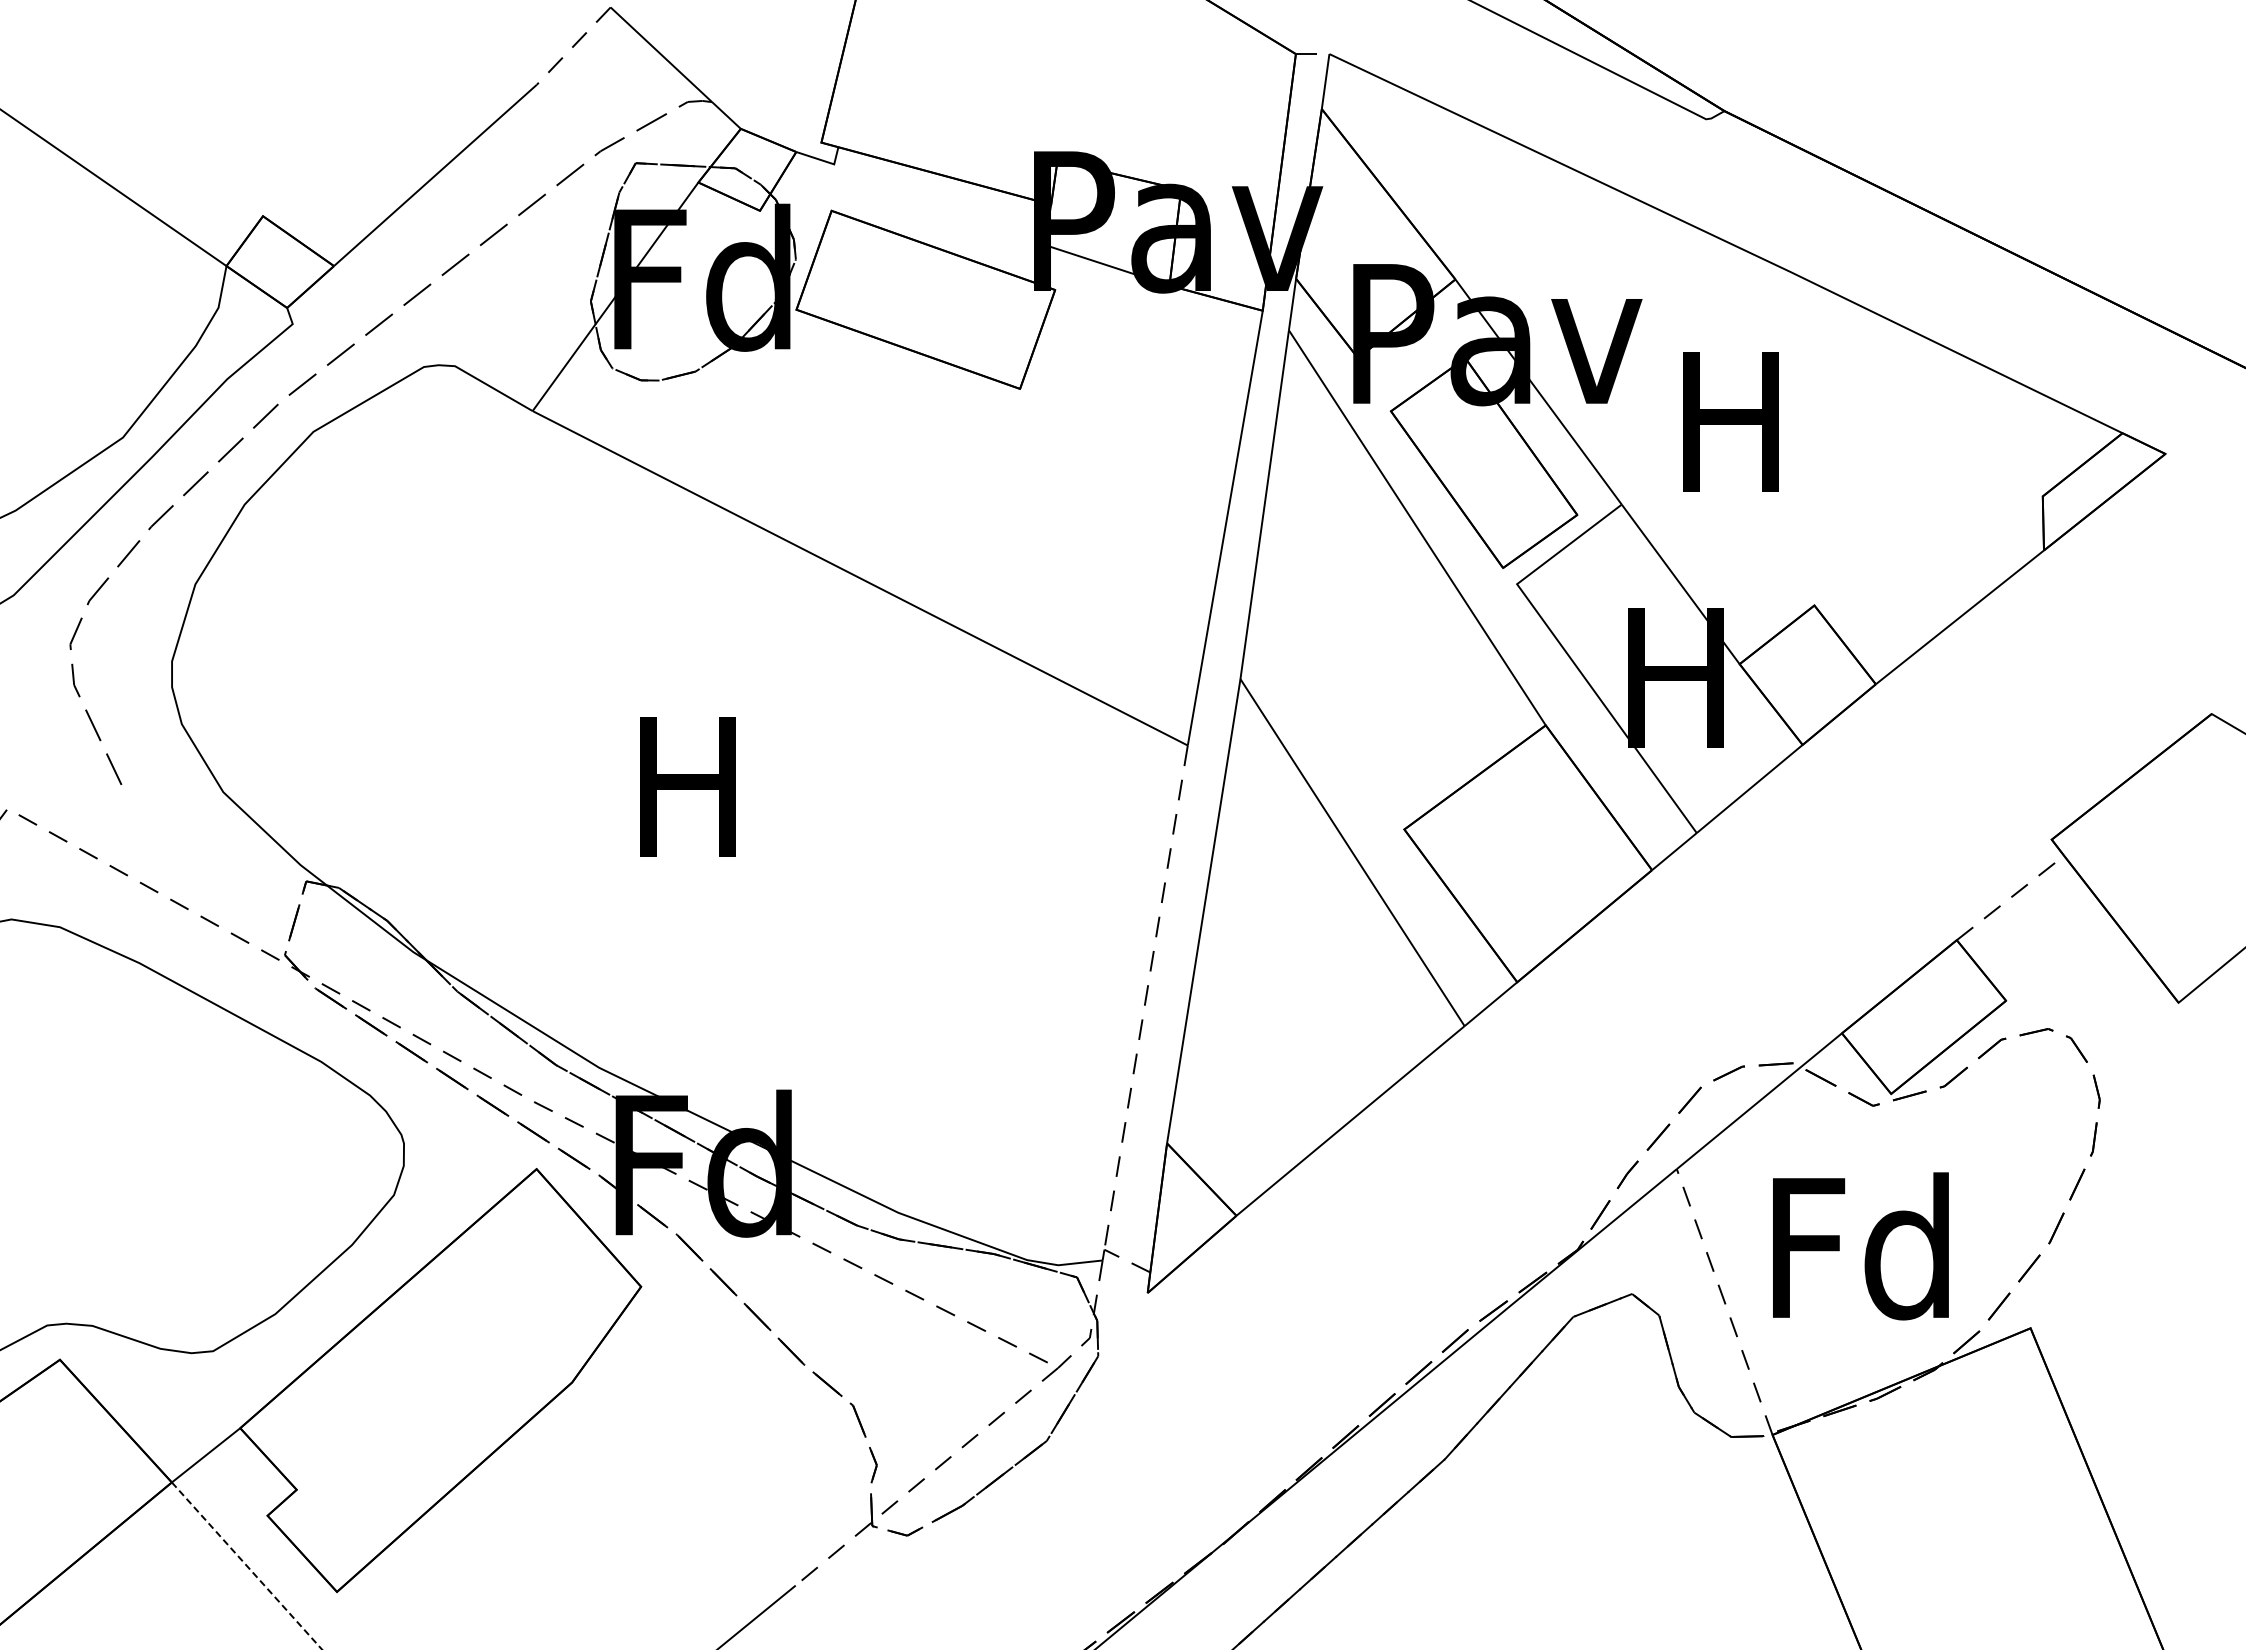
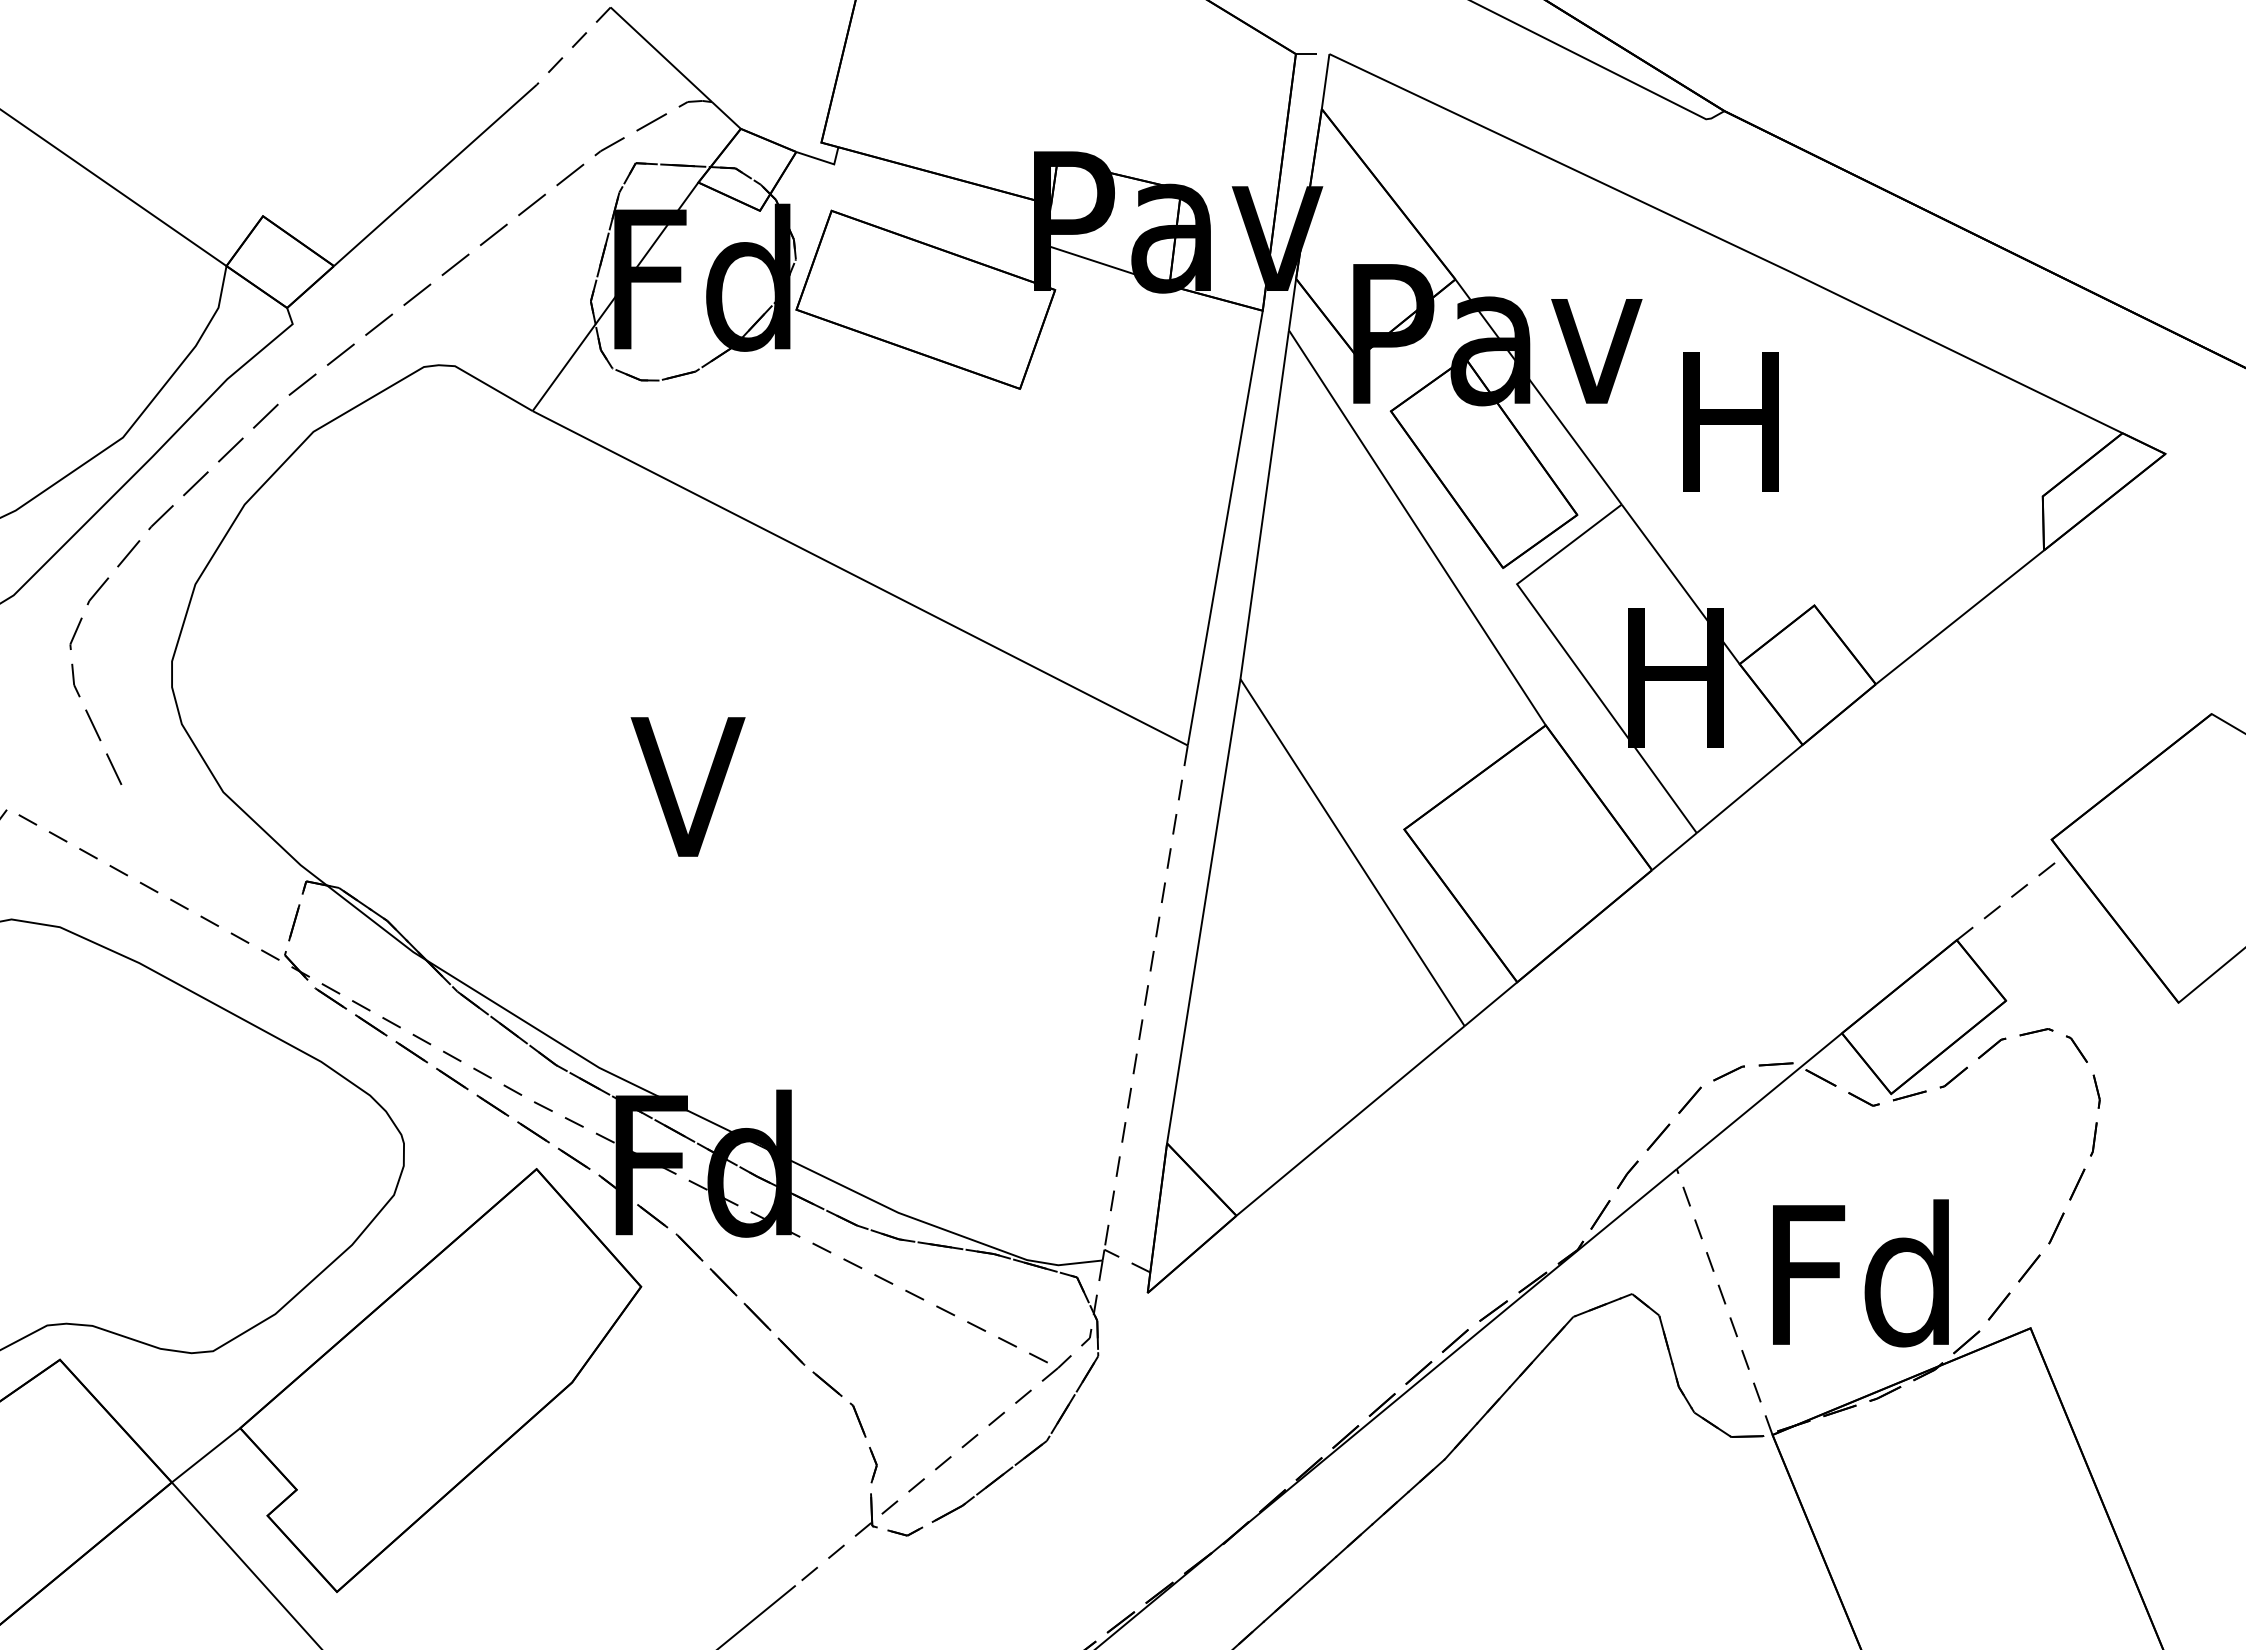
text at (687, 786): H -> V
text at (1860, 1246) position: (1860, 1246) -> (1860, 1273)
line at (247, 1566): dashed -> solid
